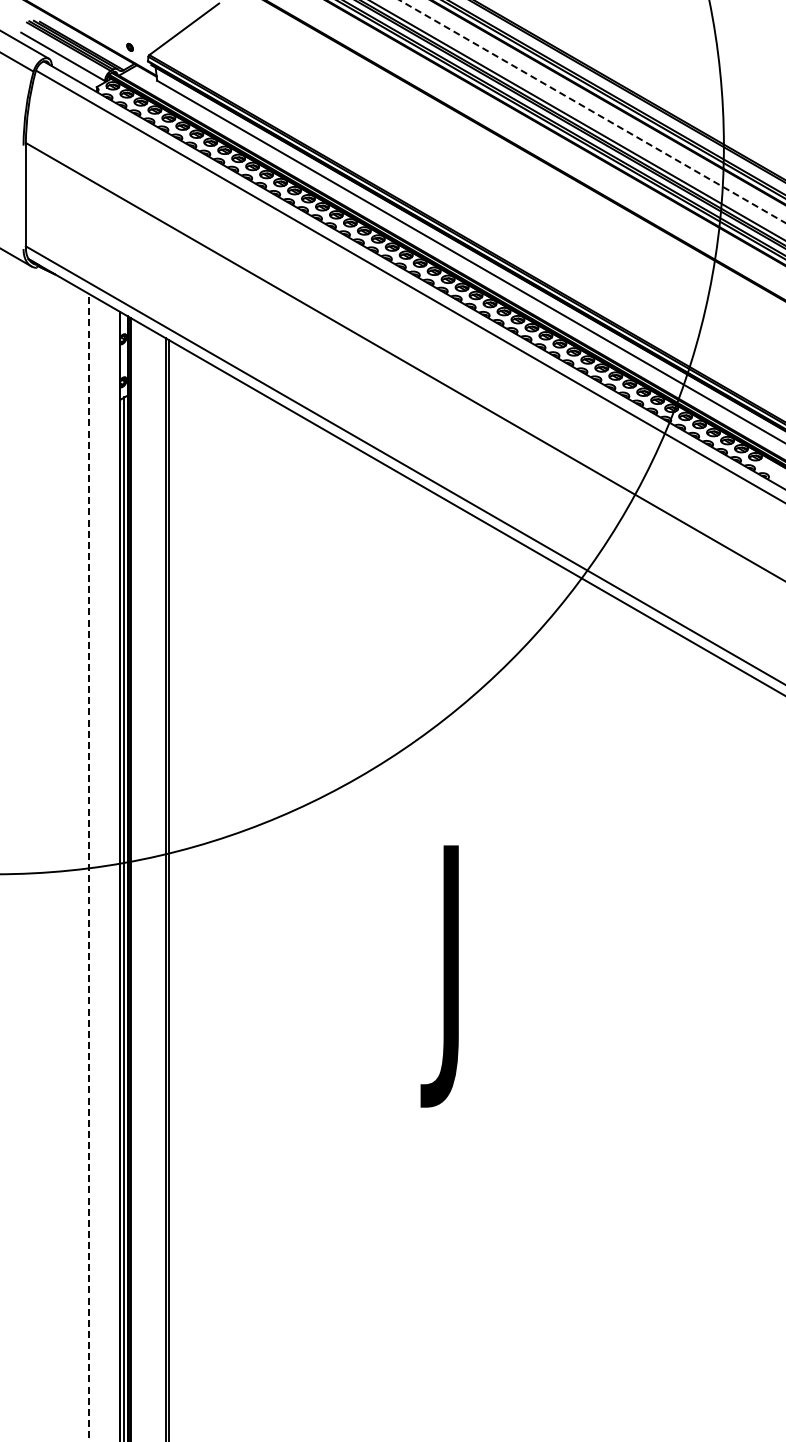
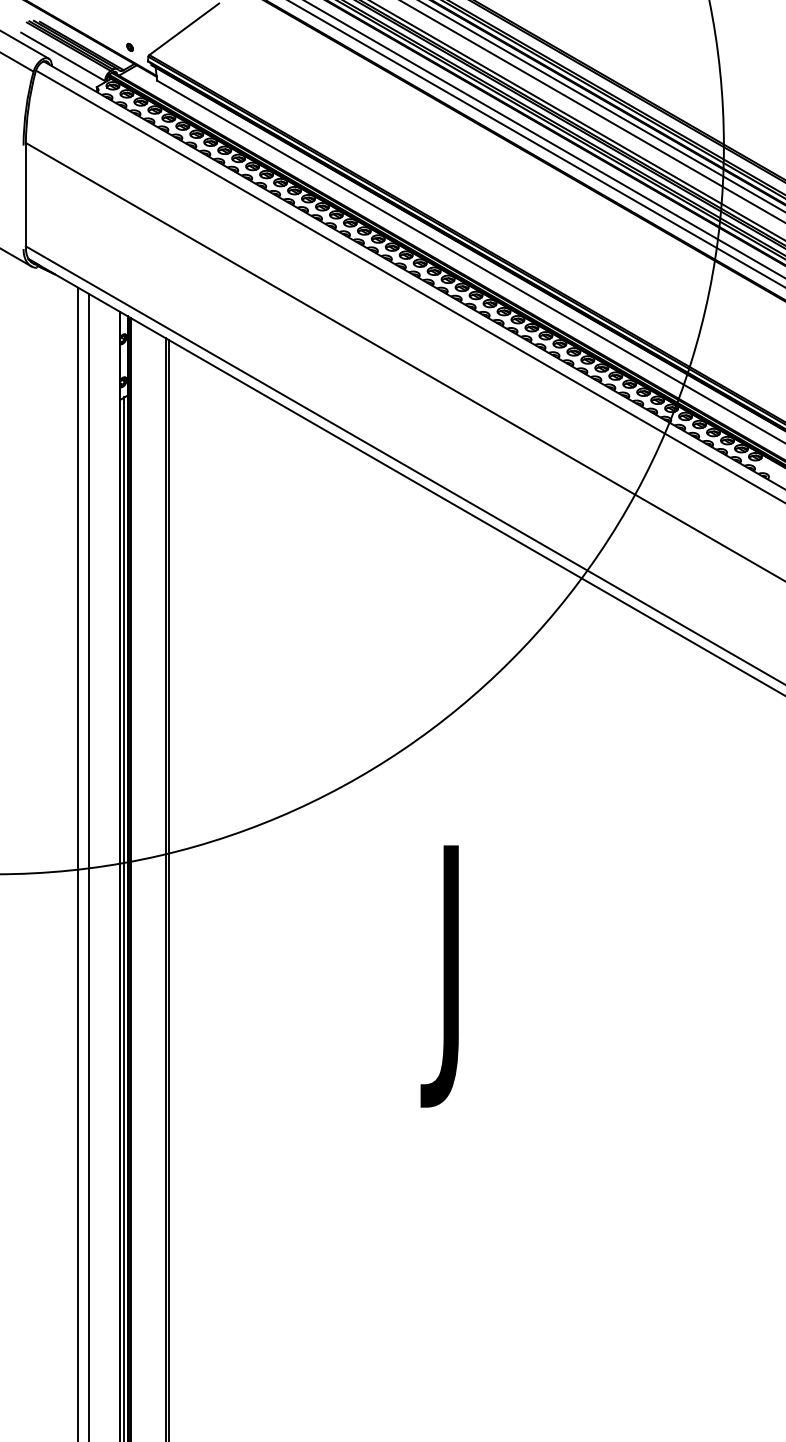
line at (601, 106): none -> present
line at (592, 111): dashed -> solid
line at (544, 139): none -> present
line at (536, 144): none -> present
line at (78, 862): none -> present
line at (89, 867): dashed -> solid
